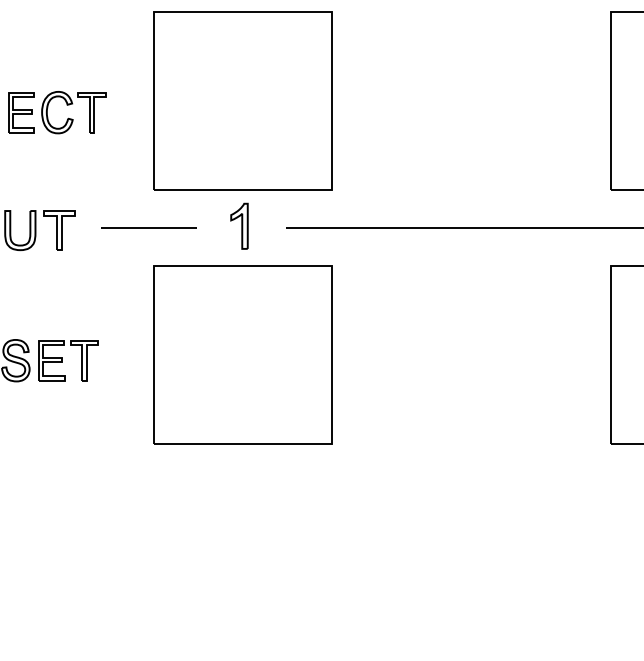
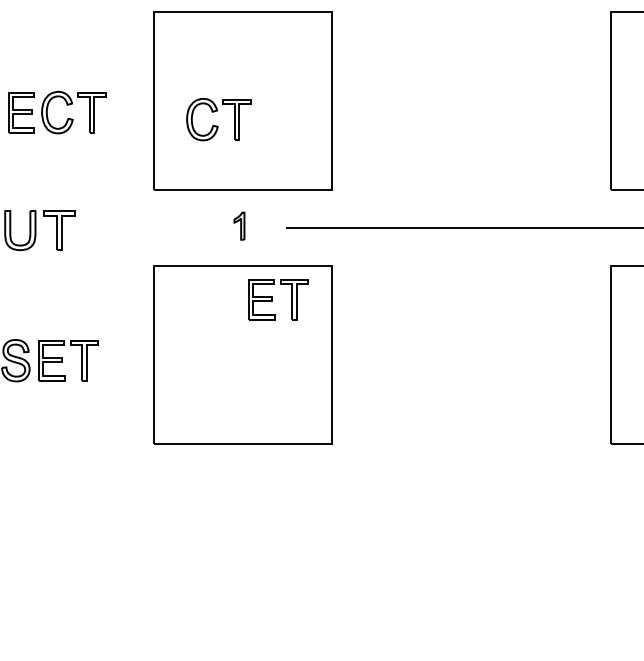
part at (216, 125): none -> present
part at (239, 225) size: 19x48 px -> 13x30 px
line at (148, 227): present -> none
part at (278, 299): none -> present
